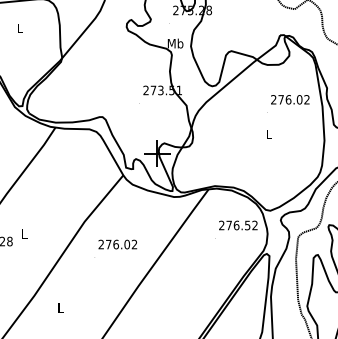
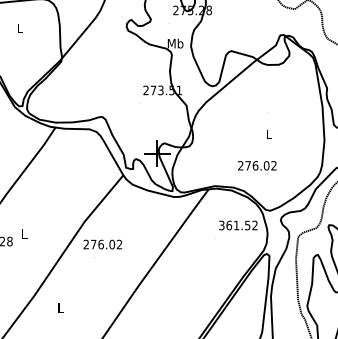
text at (290, 99) position: (290, 99) -> (257, 165)
text at (229, 225): 276.52 -> 361.52
text at (117, 244) position: (117, 244) -> (102, 244)
